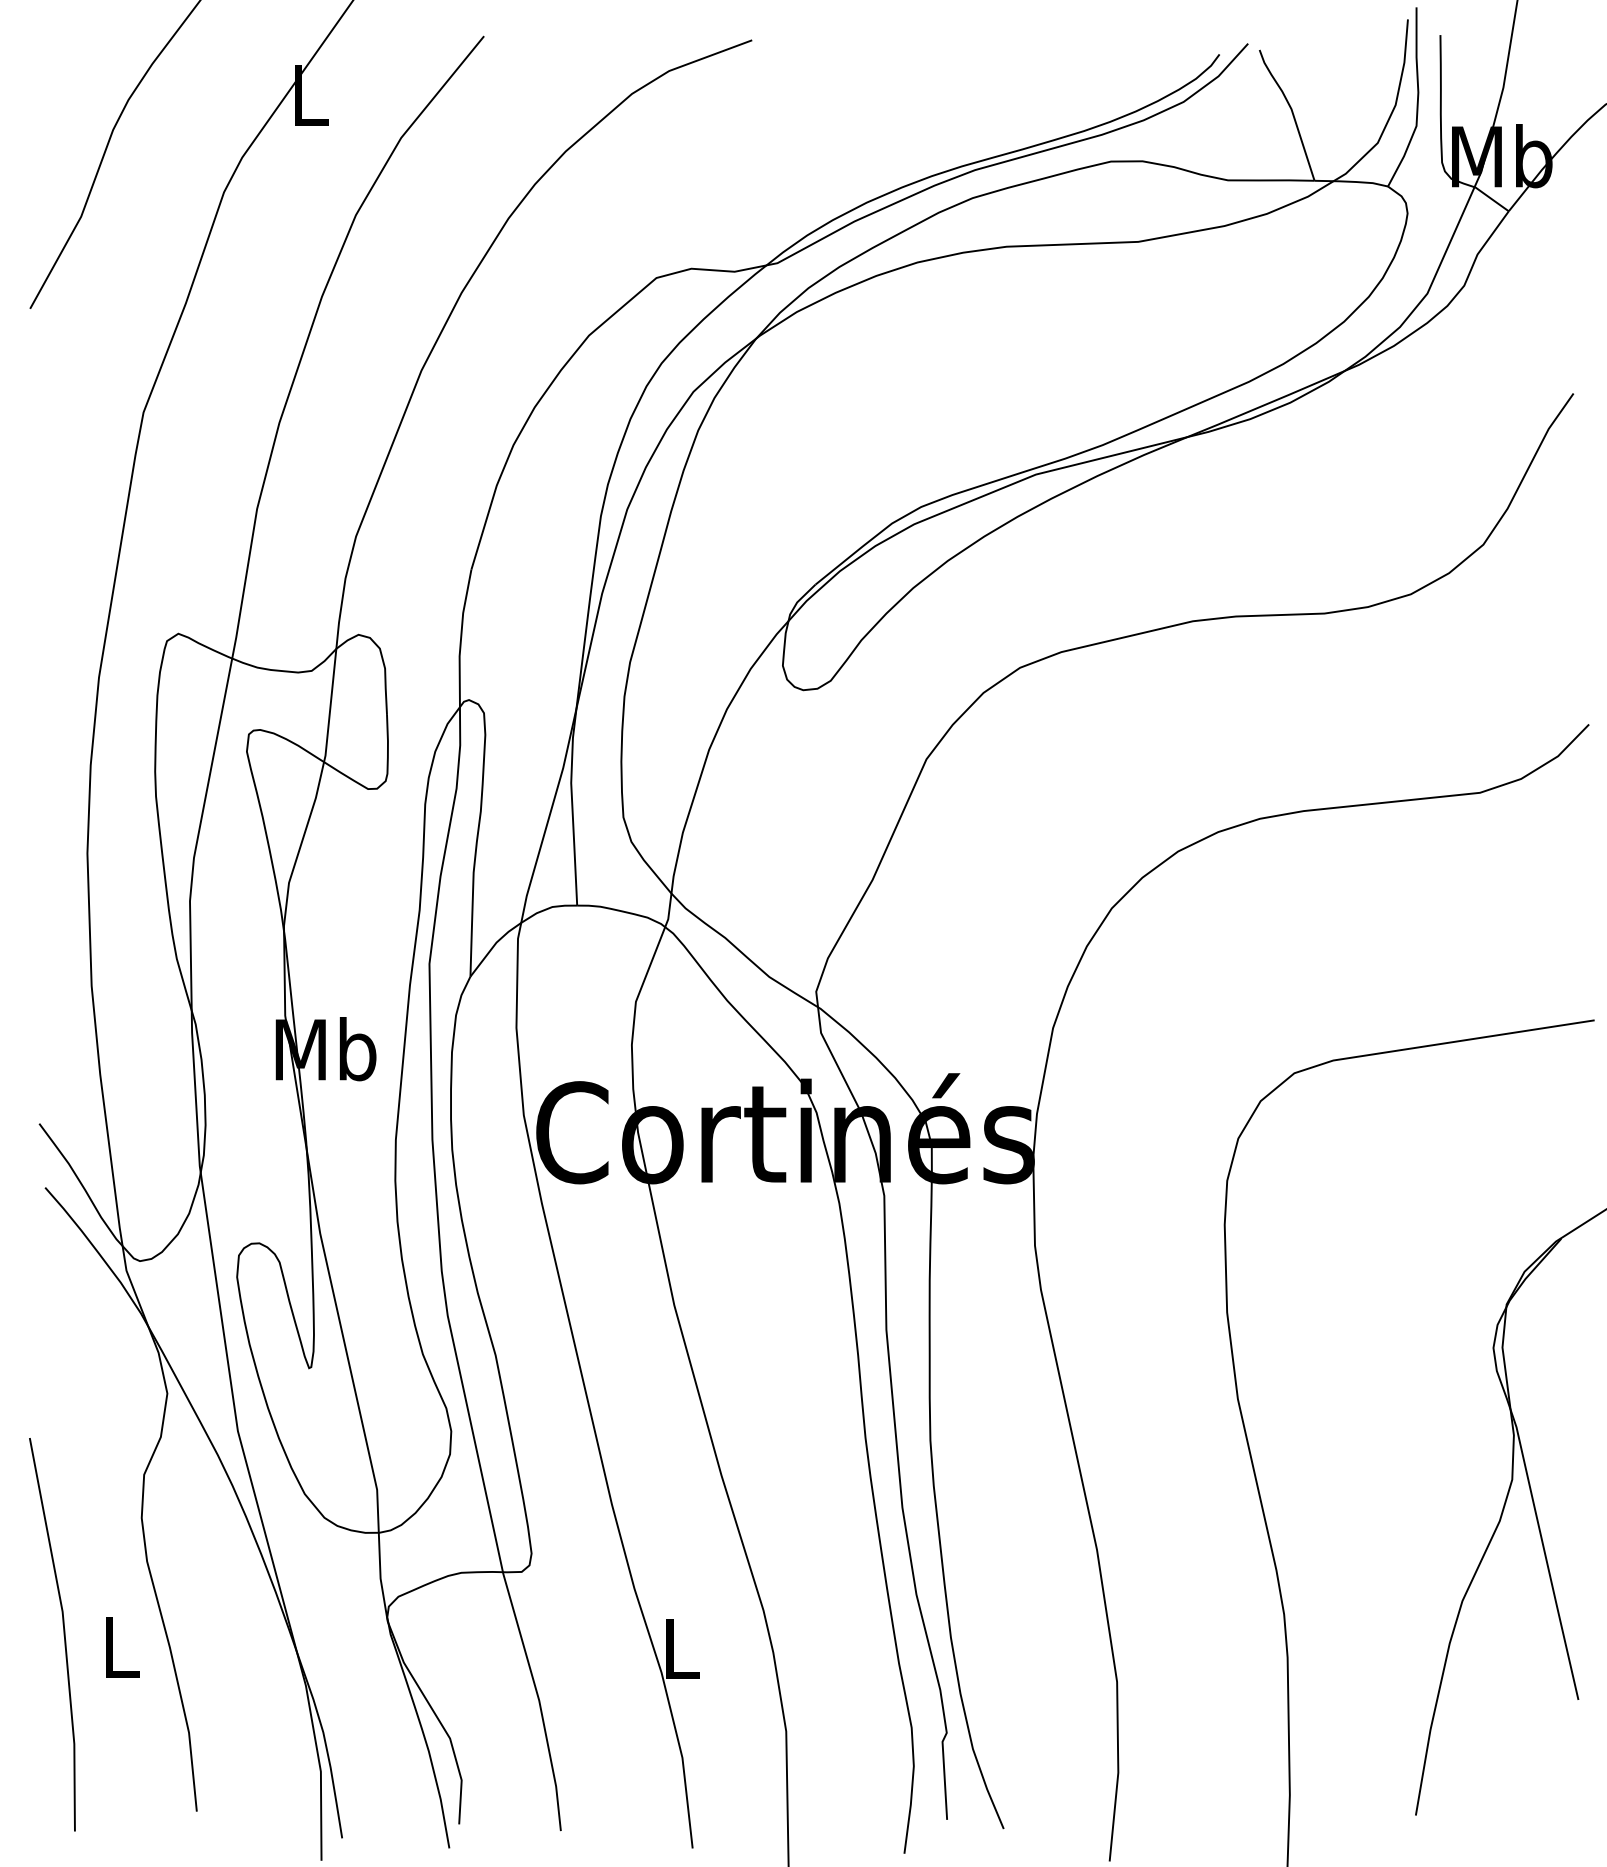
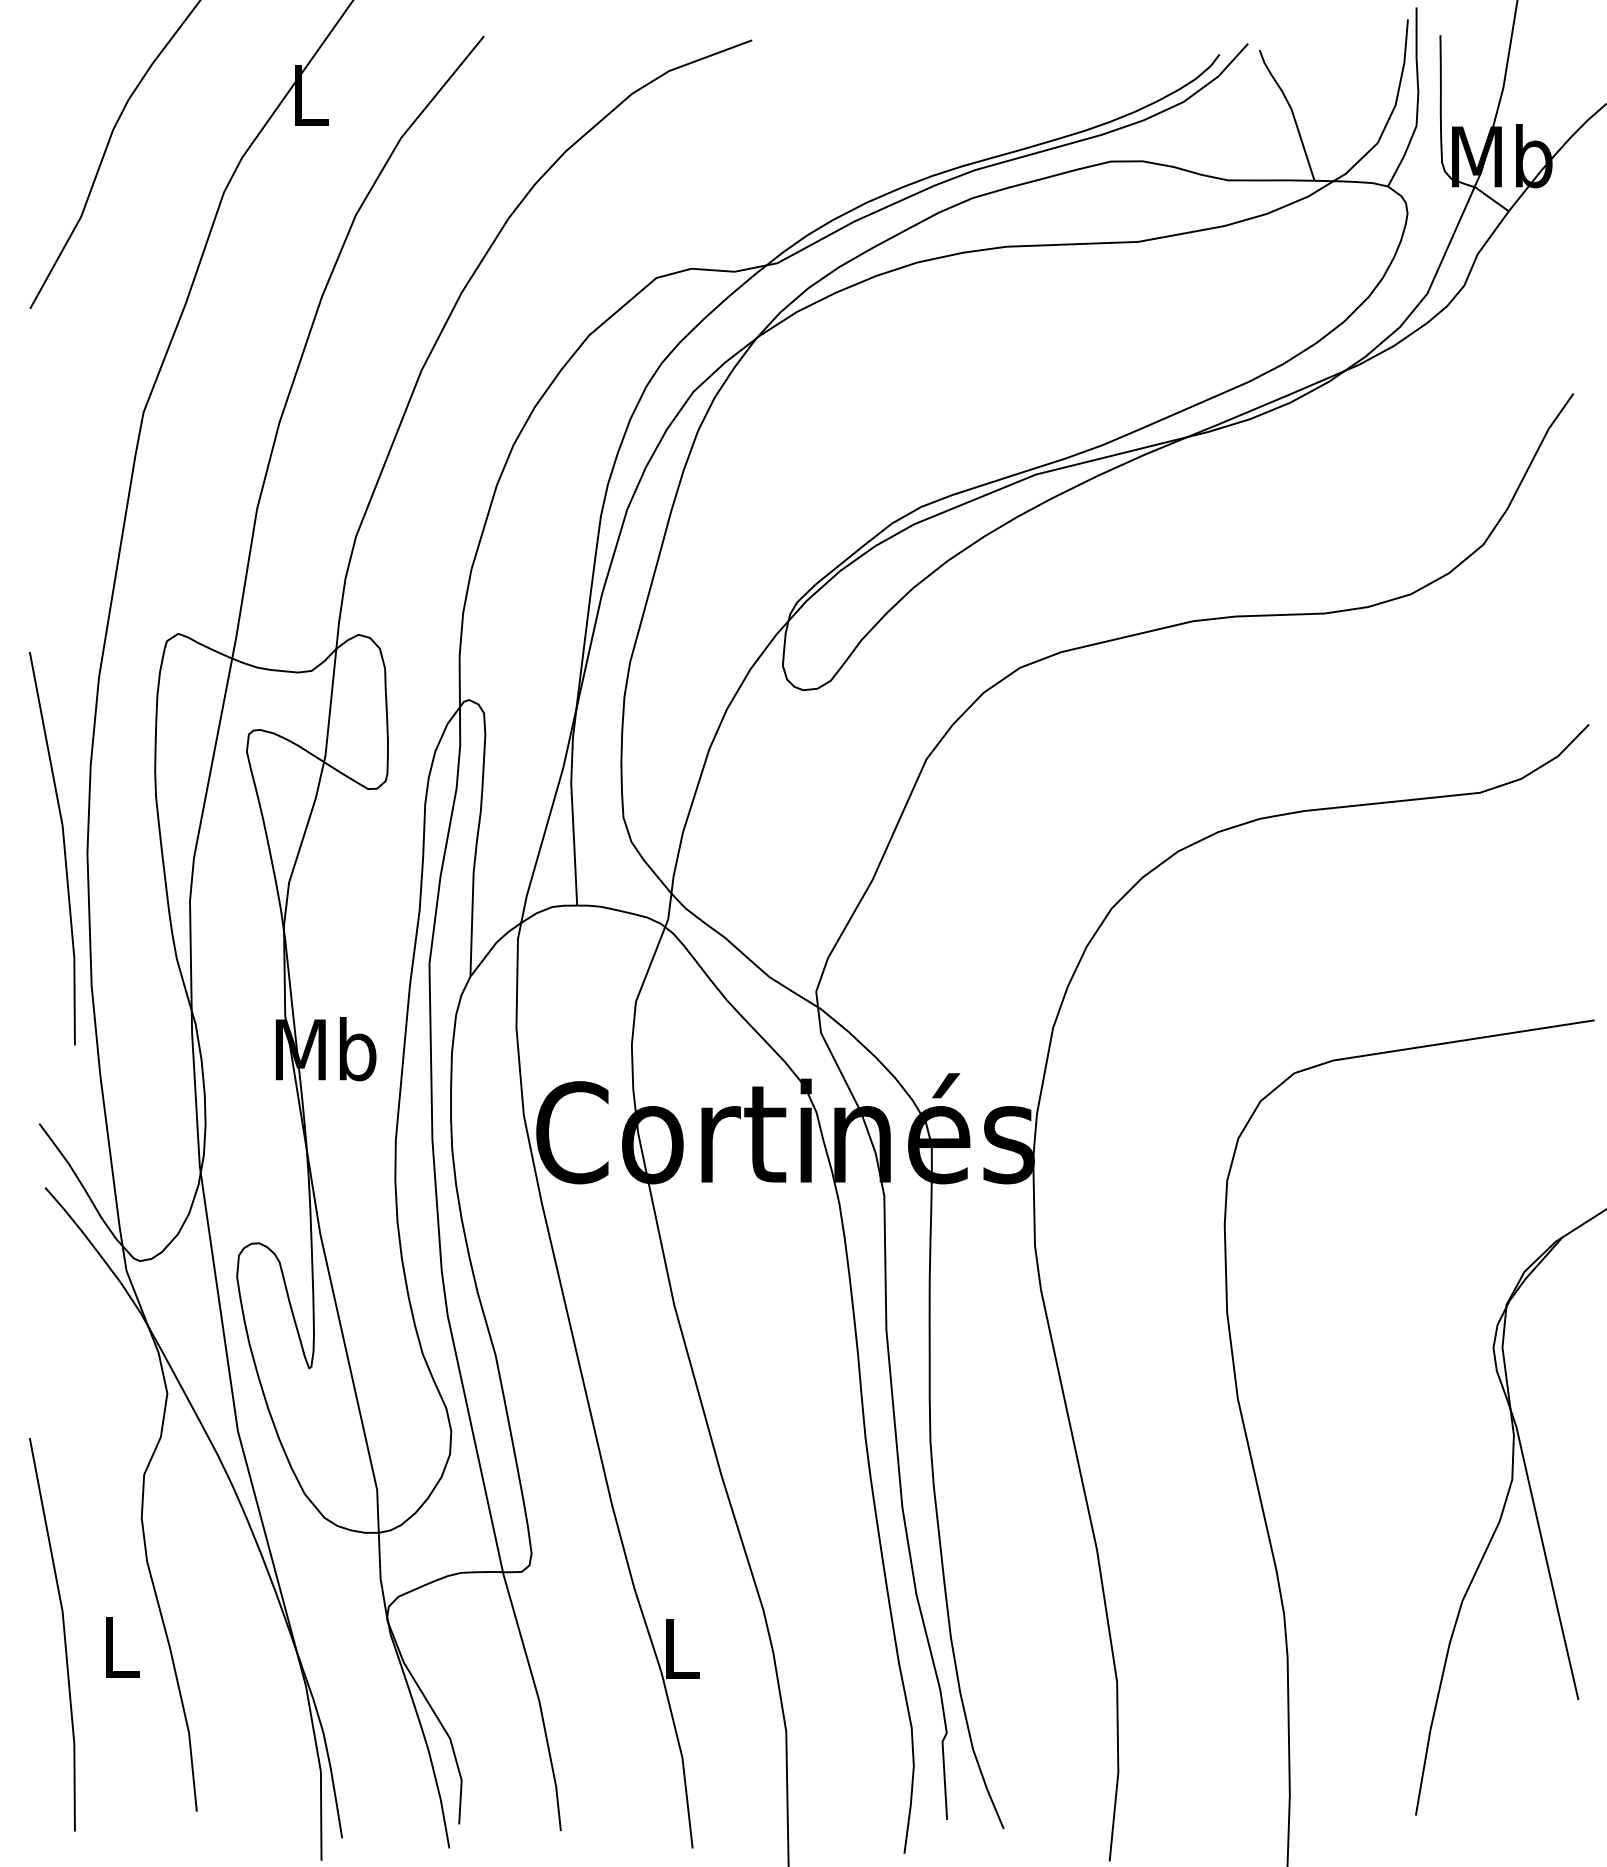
line at (63, 848): none -> present
